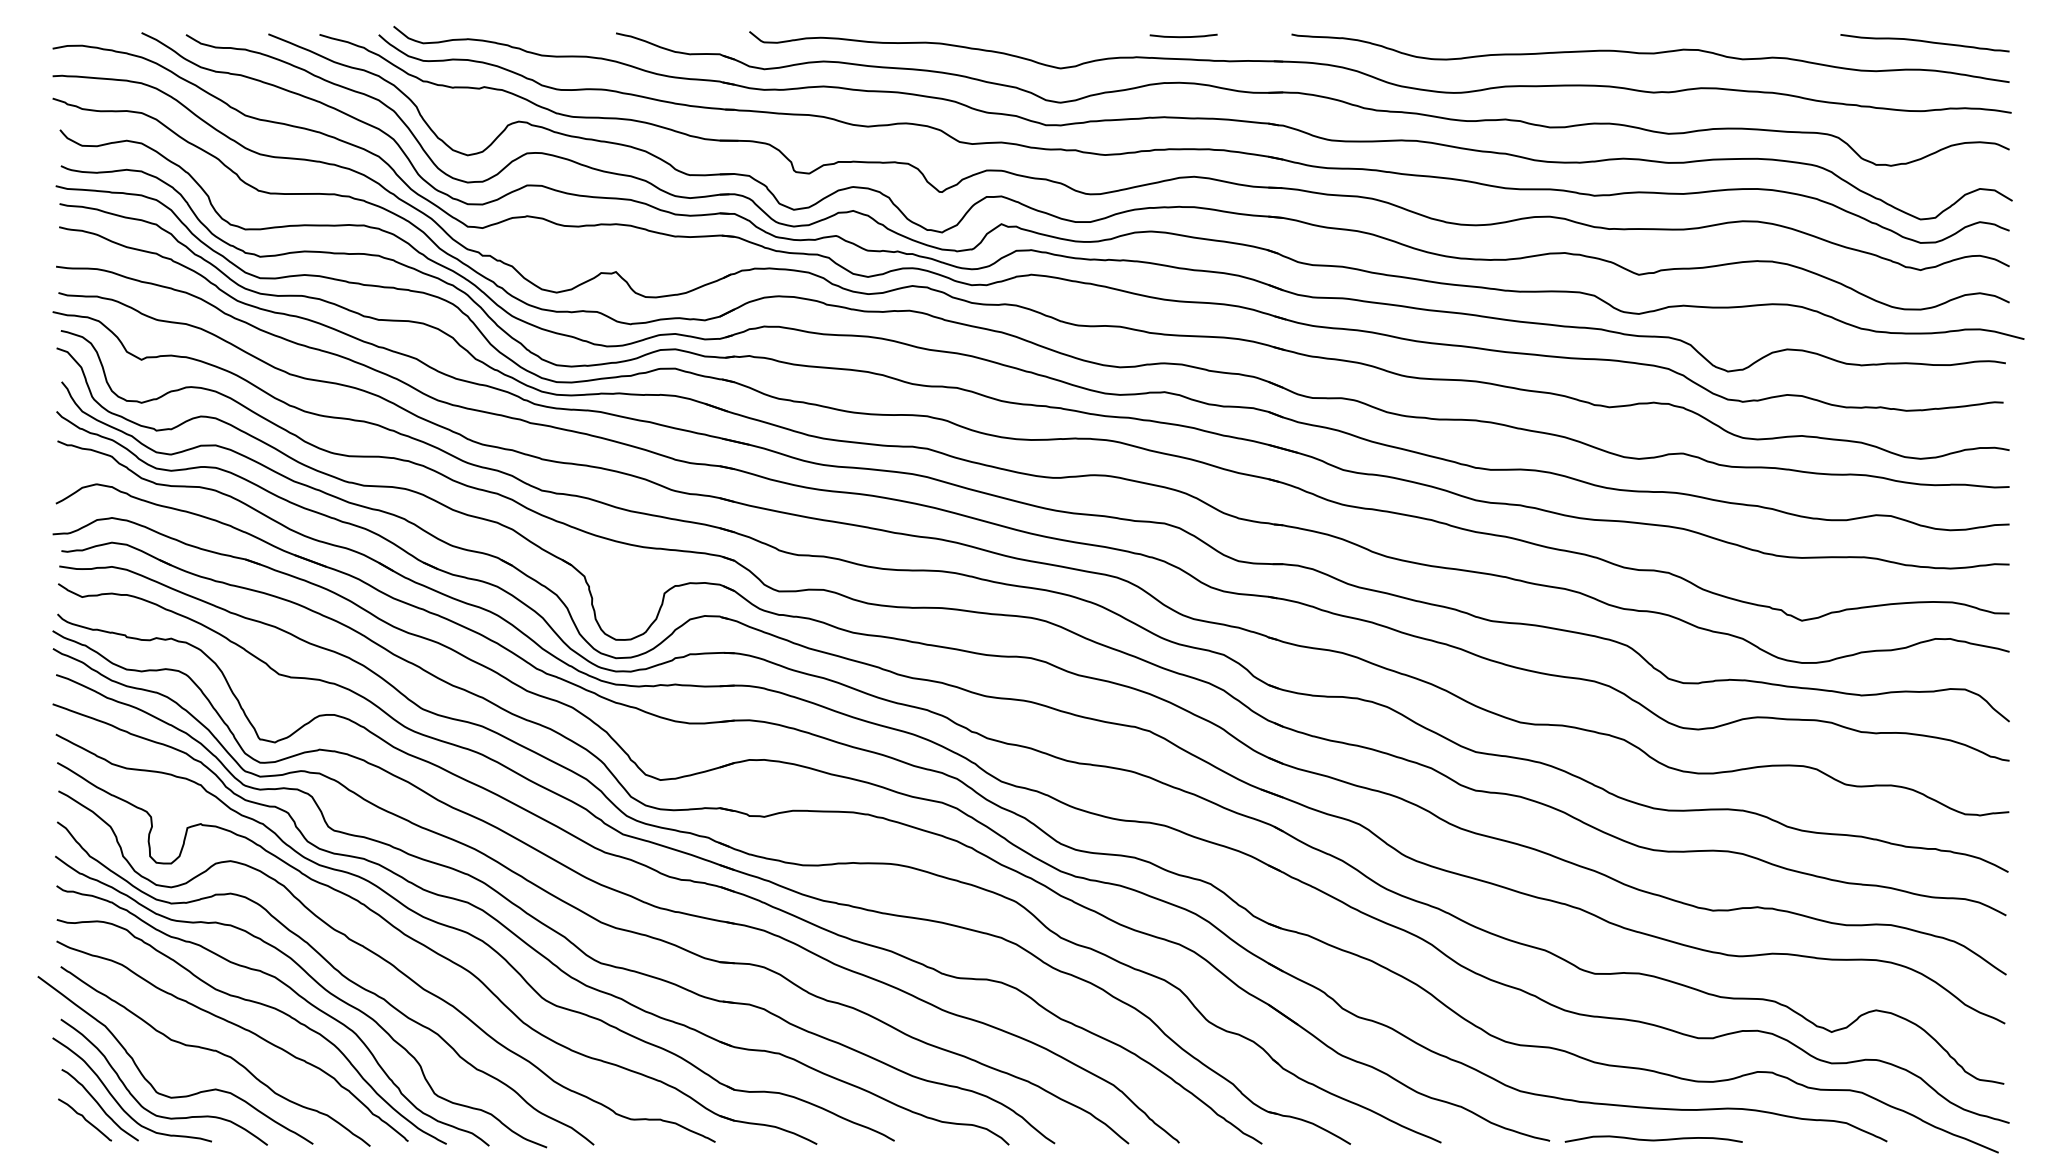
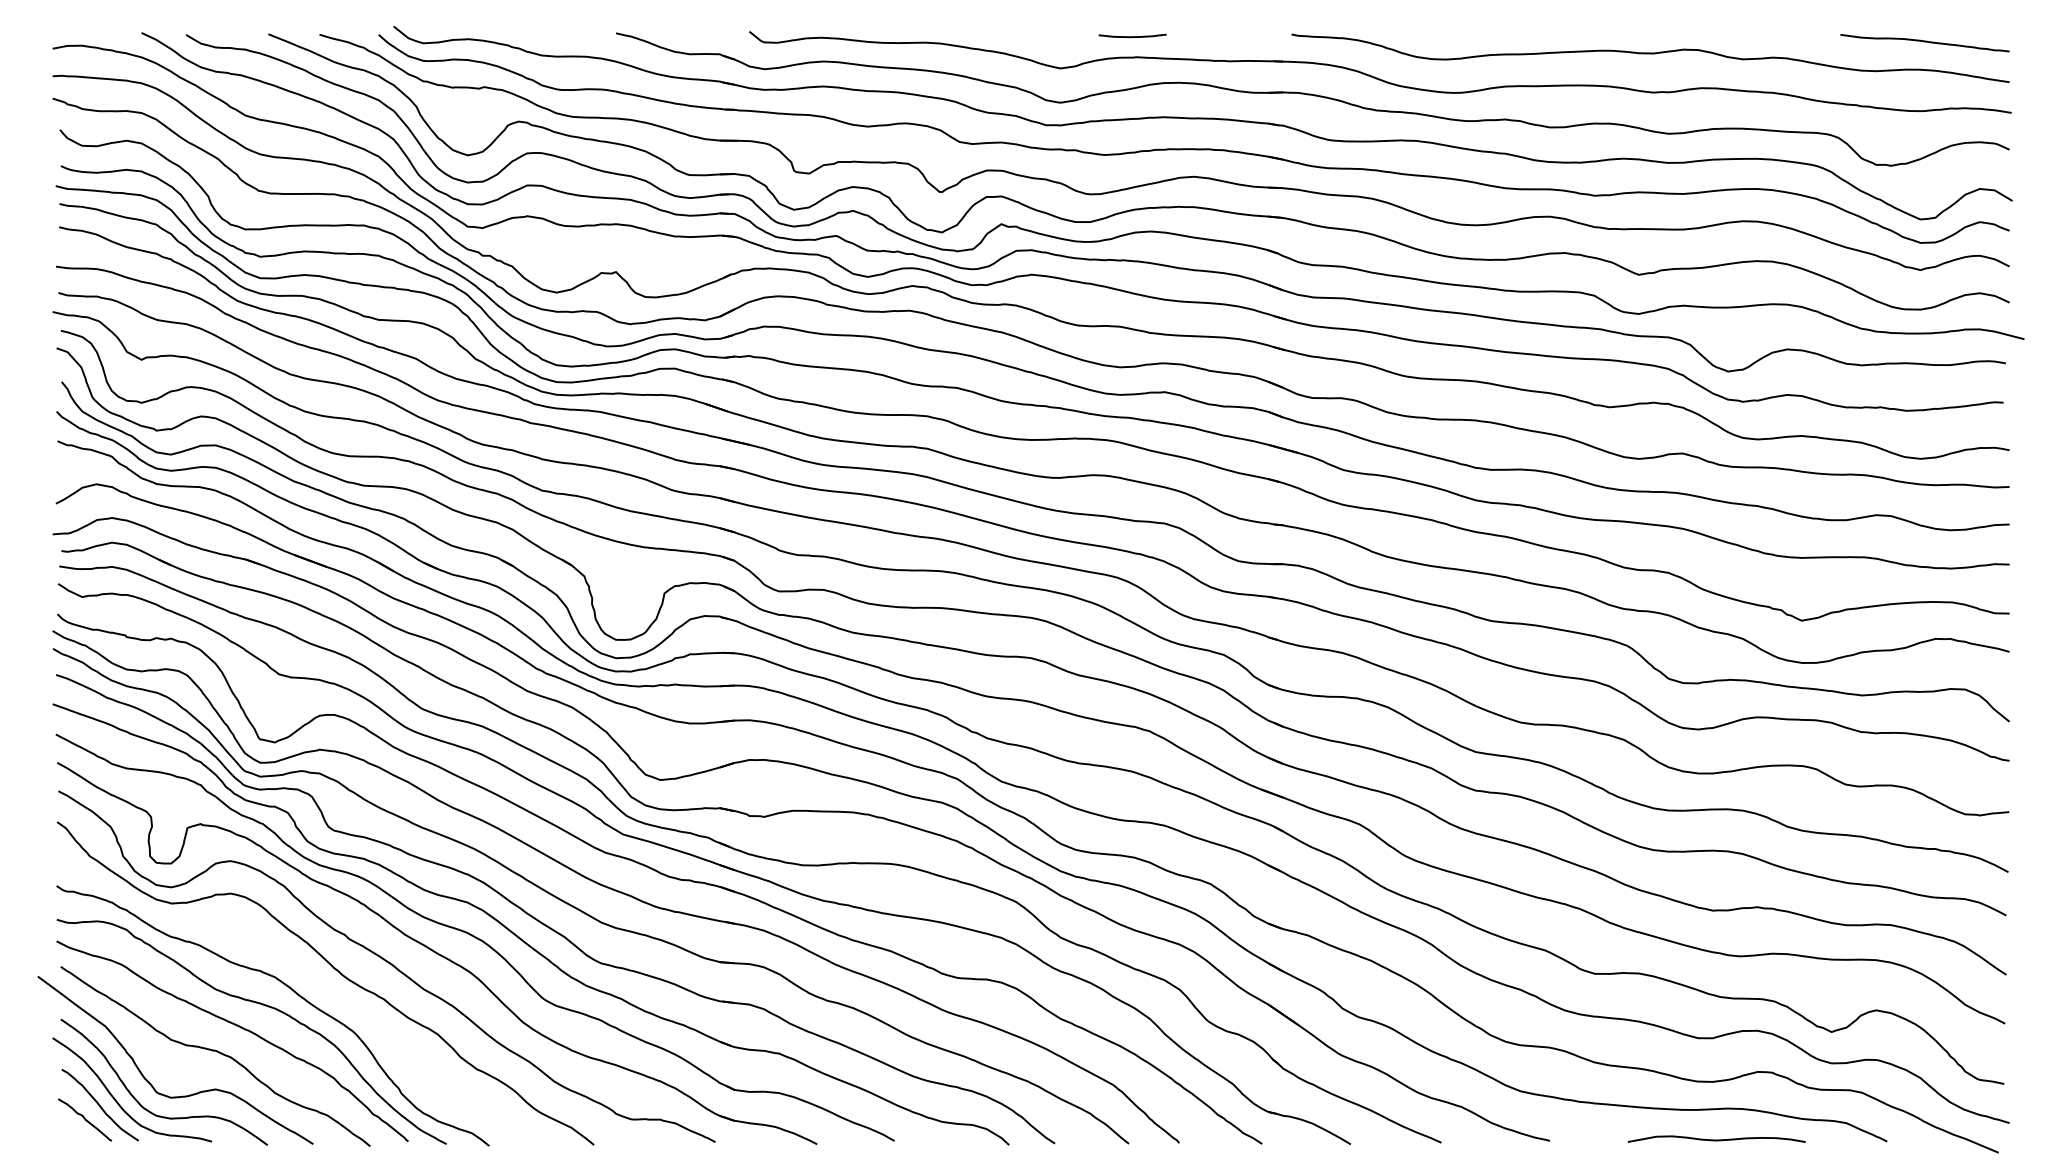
curve at (1183, 36) position: (1183, 36) -> (1132, 36)
curve at (317, 984): present -> none
curve at (1653, 1139) position: (1653, 1139) -> (1716, 1139)
